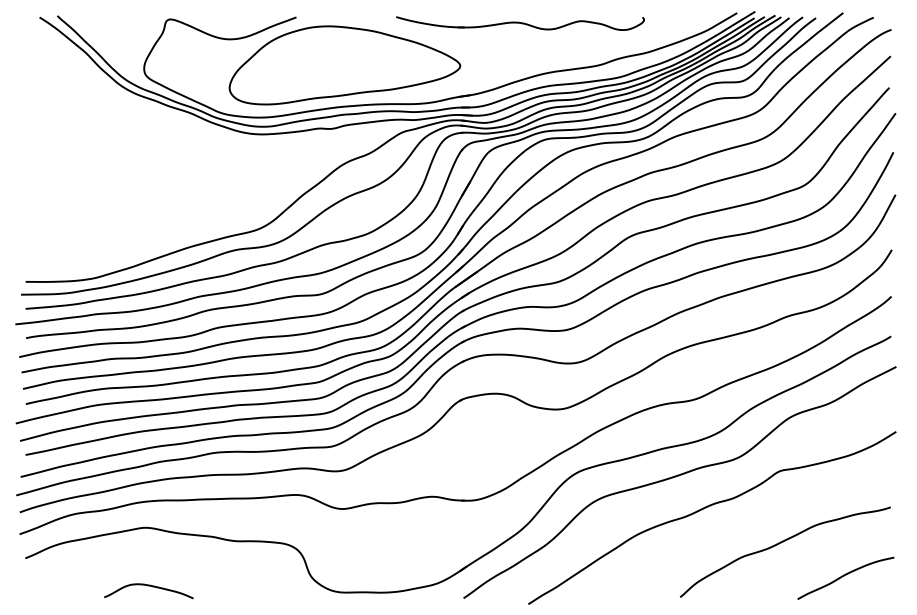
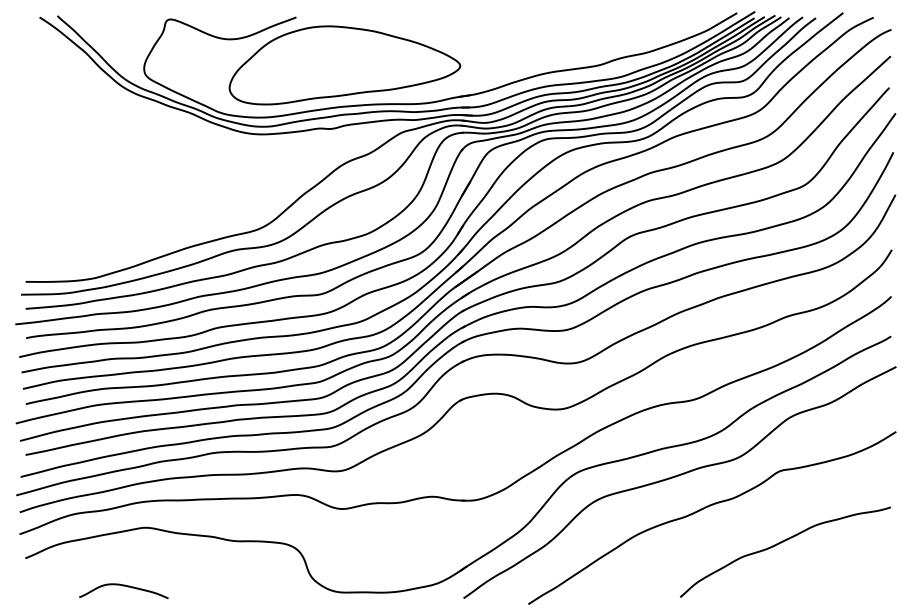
part at (520, 23): present -> none
curve at (844, 576): present -> none
curve at (148, 586) position: (148, 586) -> (123, 586)
